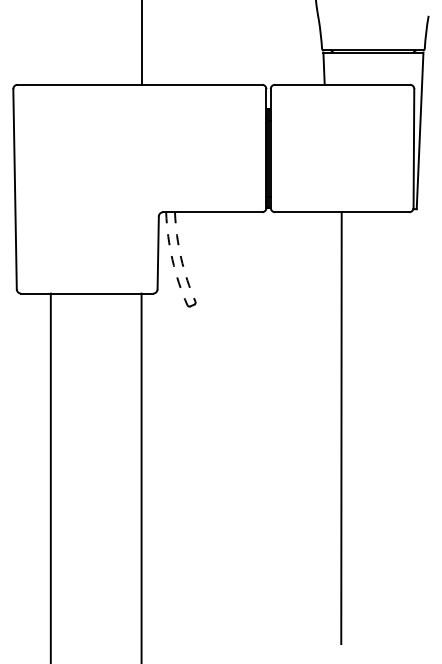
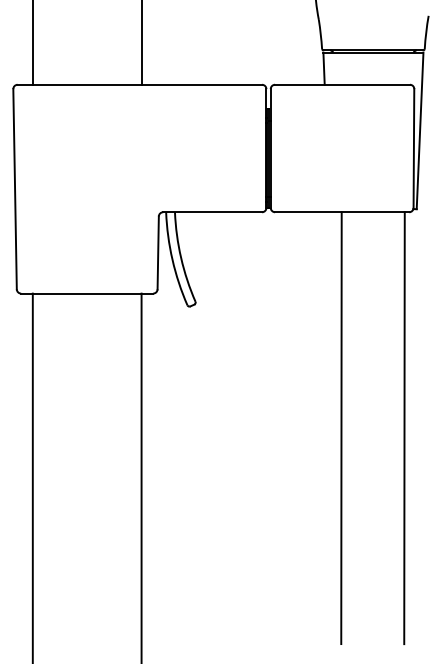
line at (32, 43): none -> present
arc at (181, 258): dashed -> solid
arc at (172, 259): dashed -> solid
line at (404, 428): none -> present
line at (50, 476) position: (50, 476) -> (32, 476)
